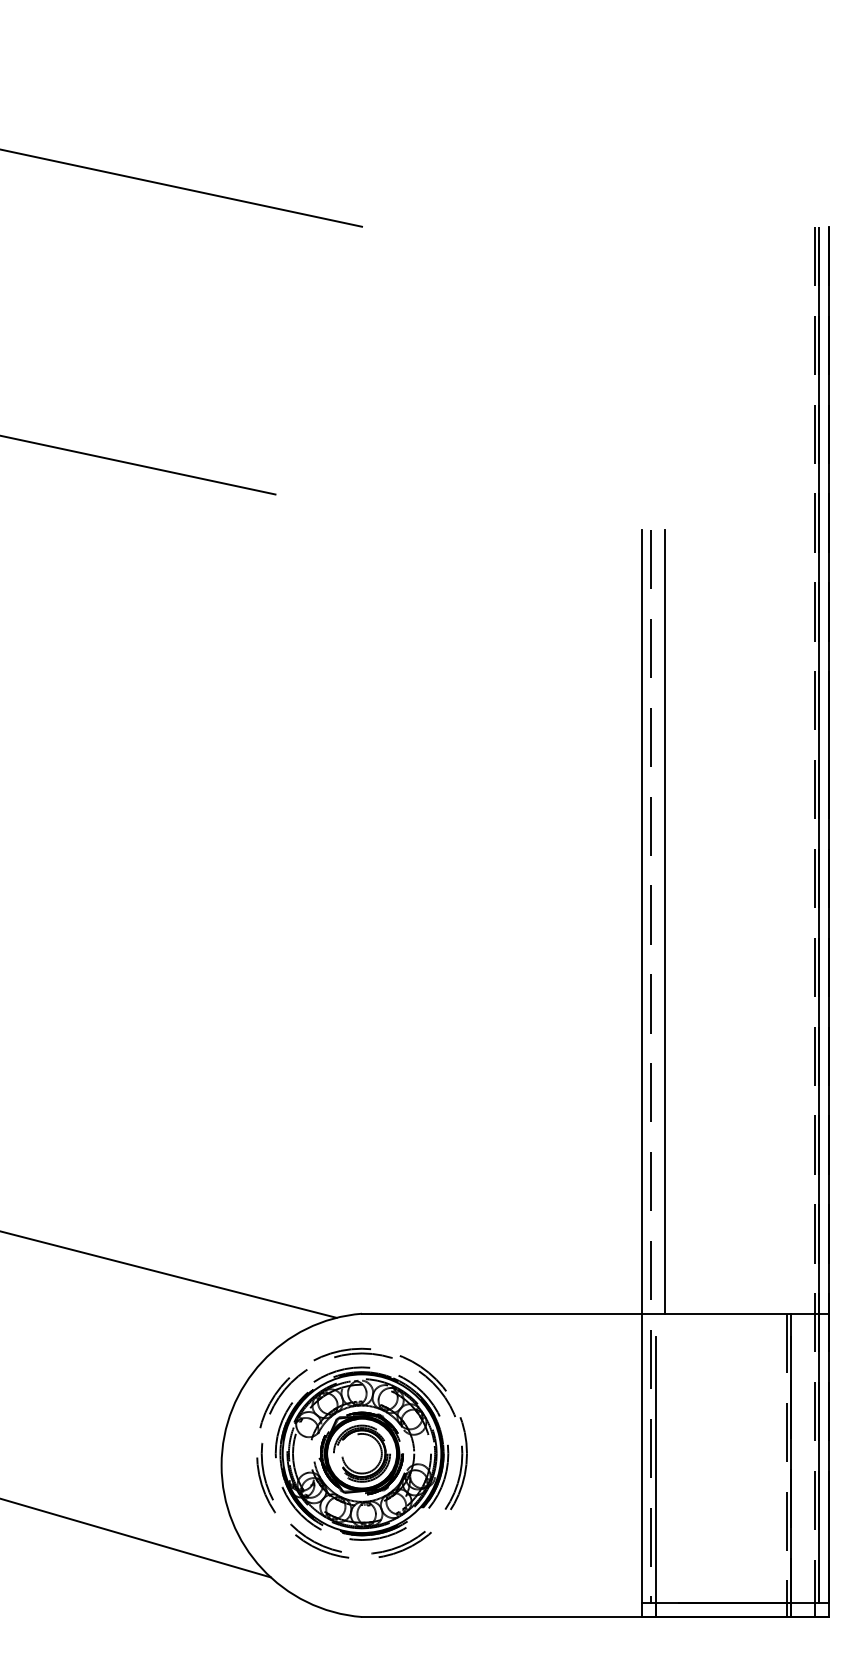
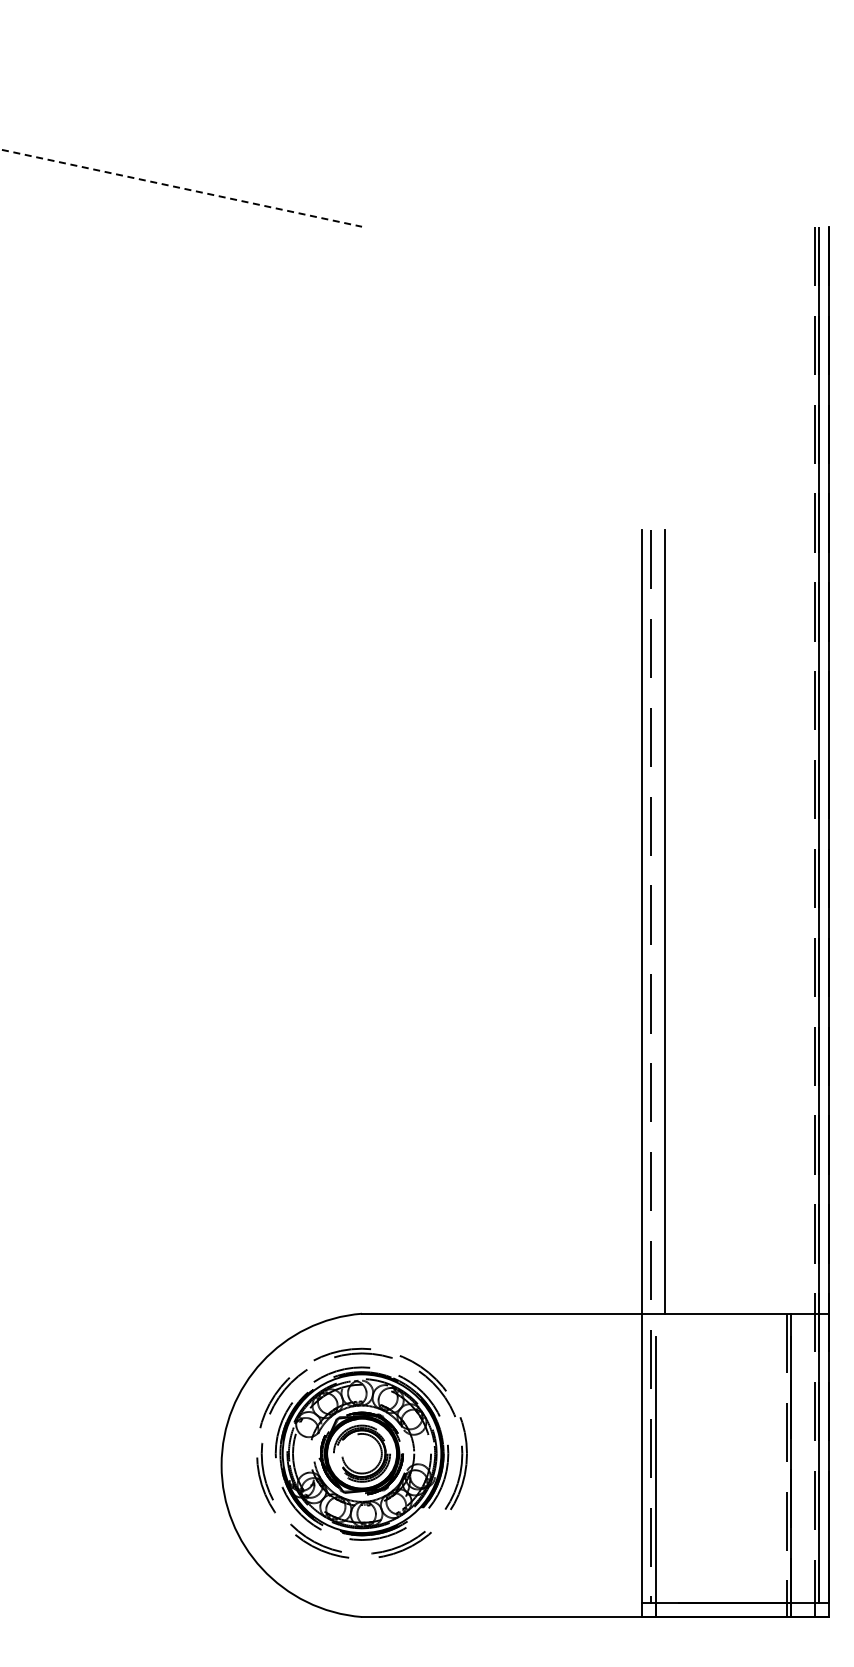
line at (181, 188): solid -> dashed
line at (138, 465): present -> none
line at (169, 1274): present -> none
line at (136, 1538): present -> none
